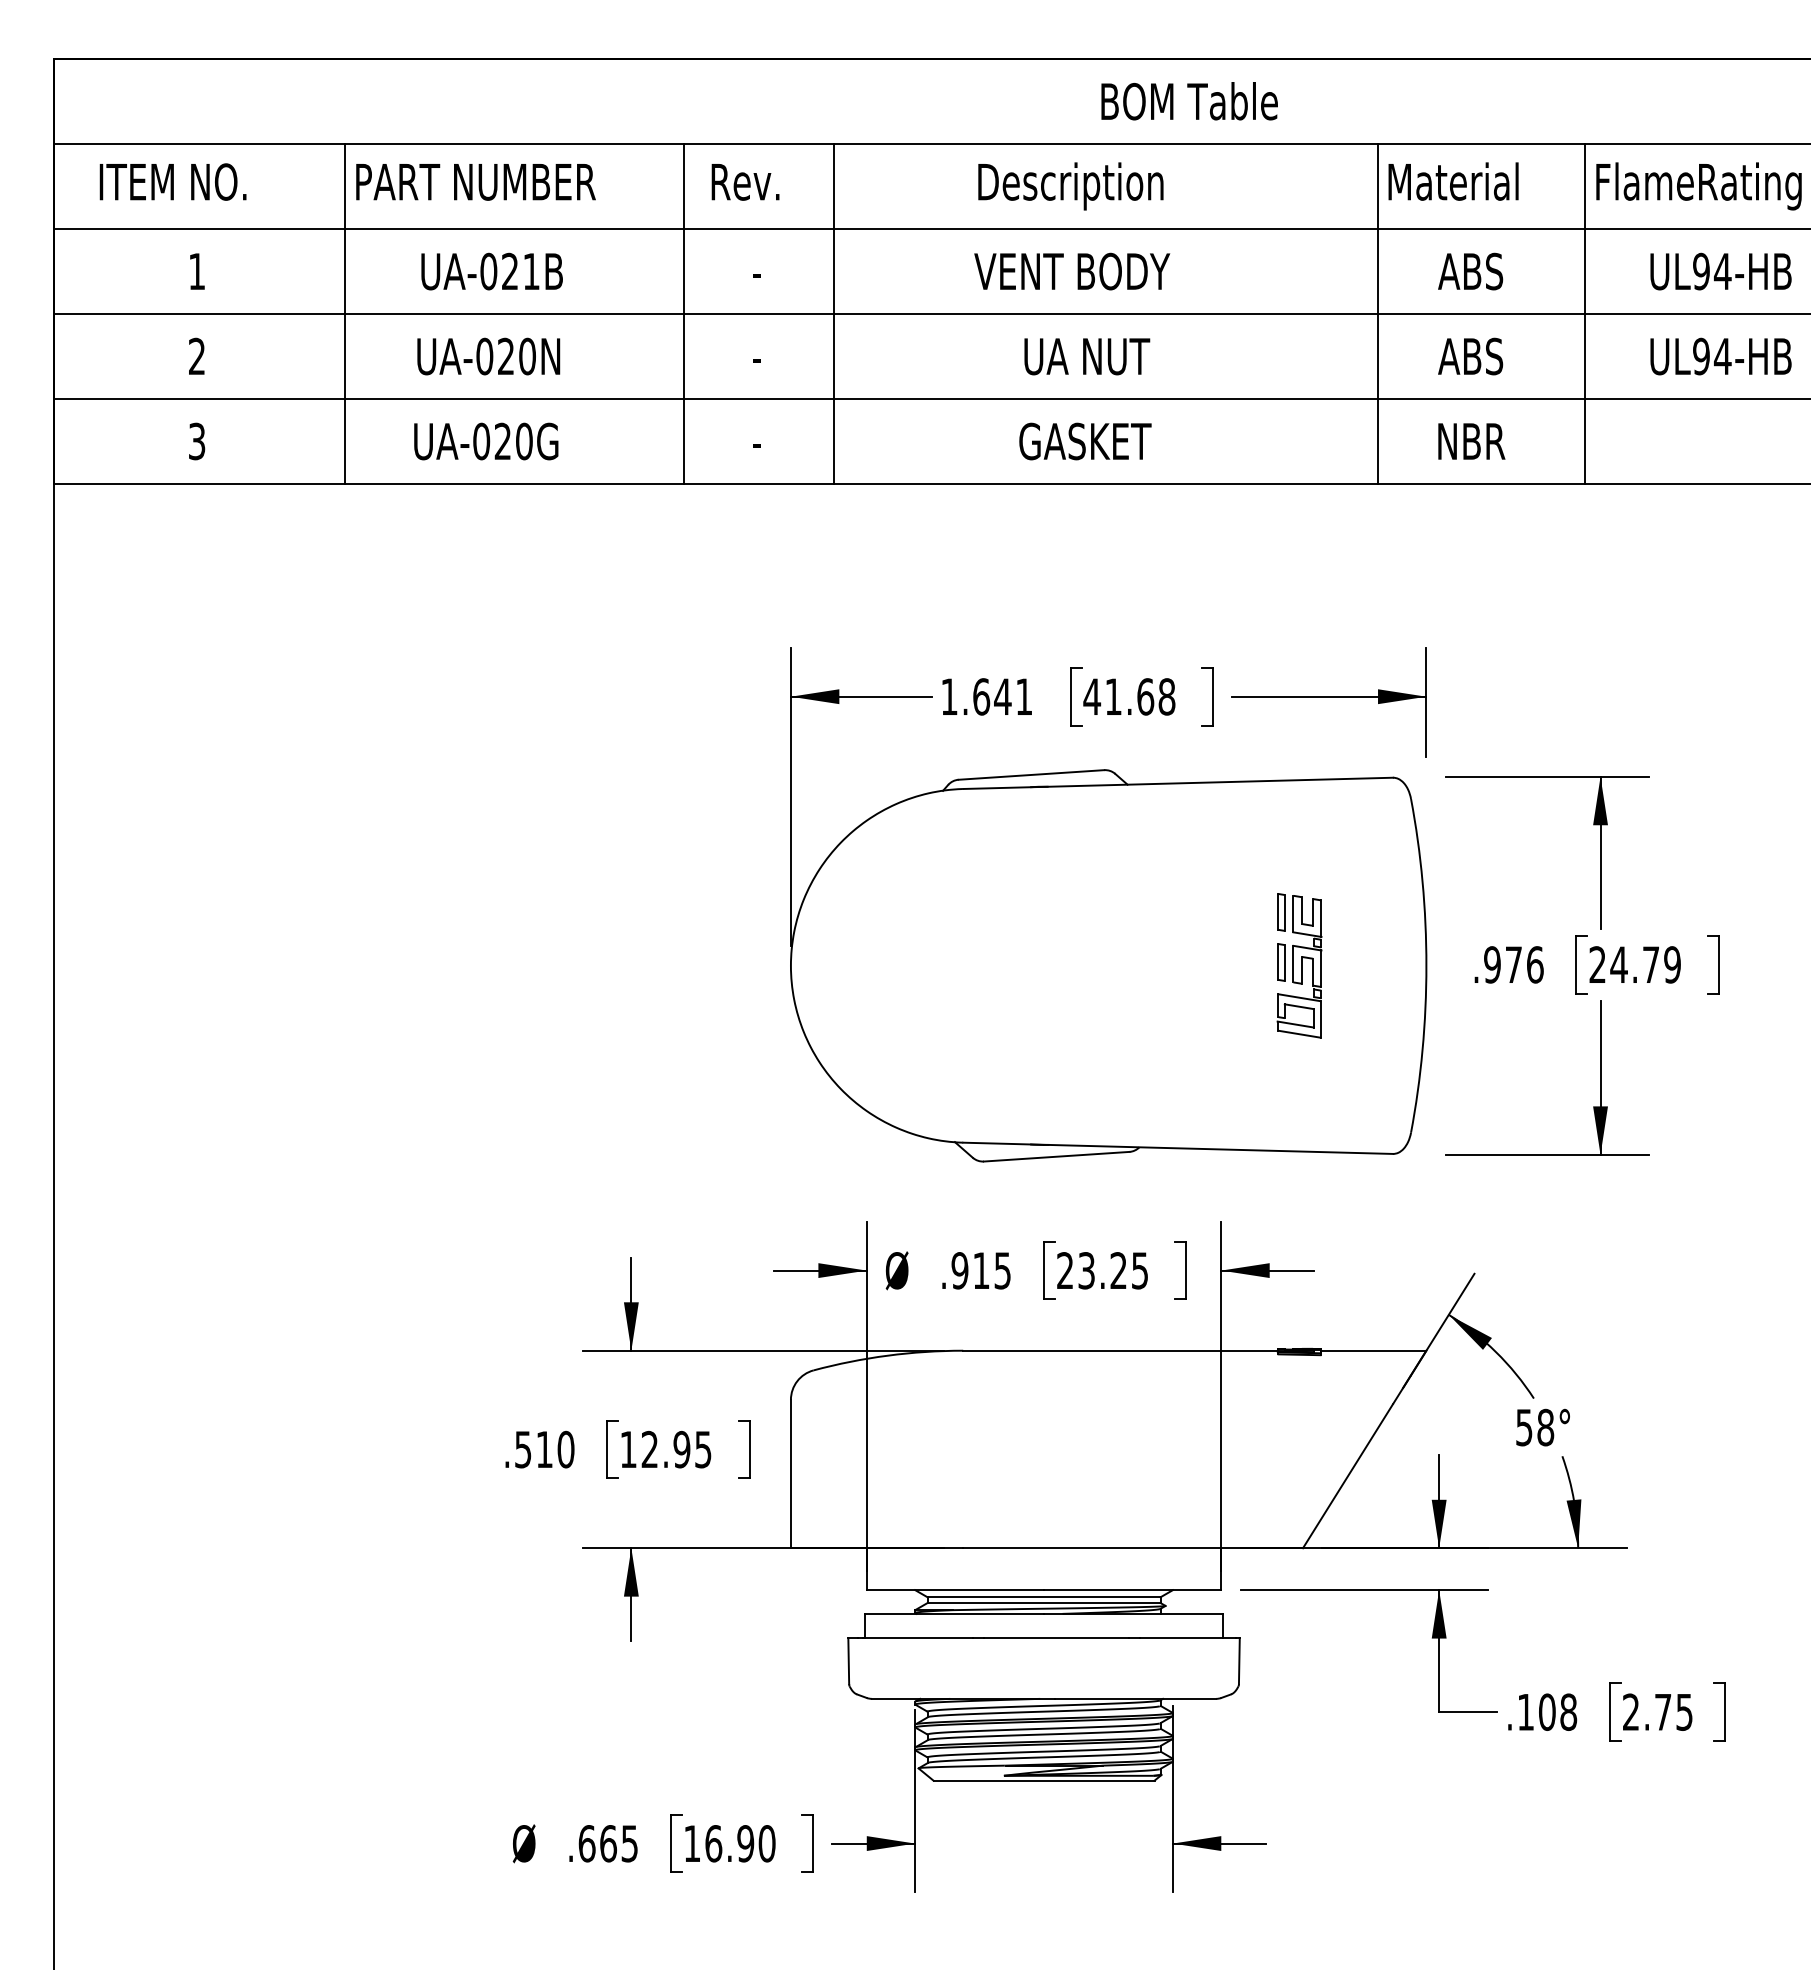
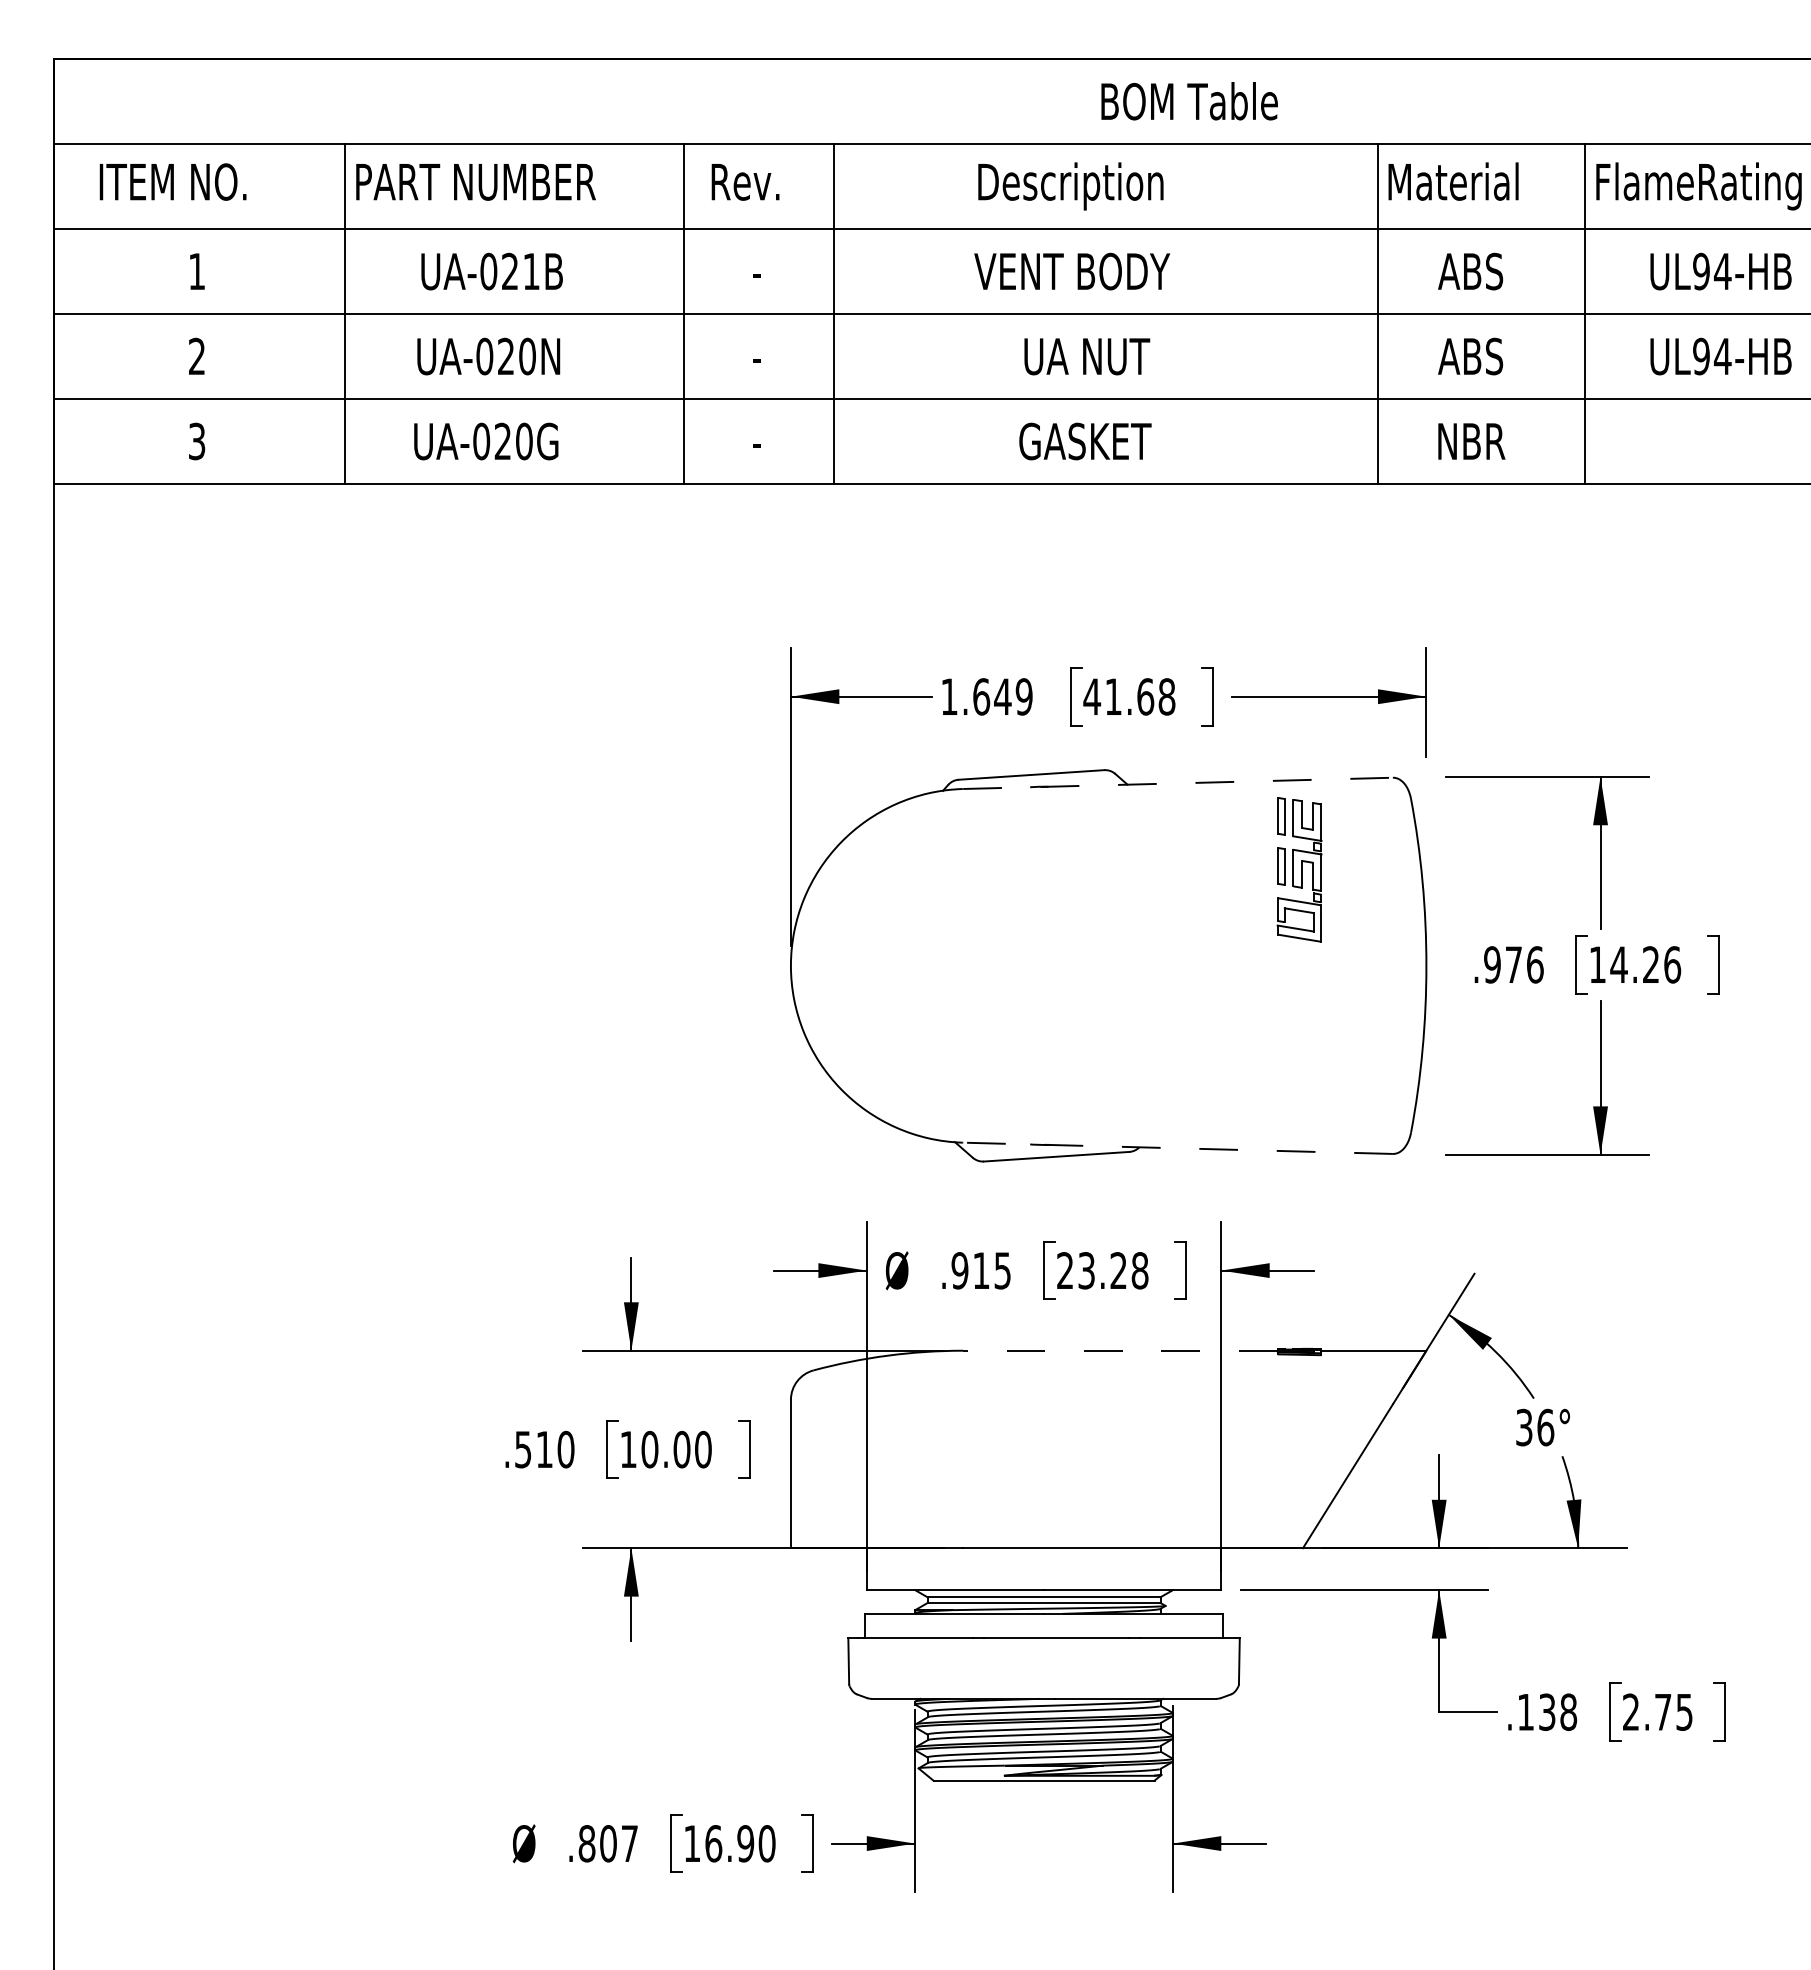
text at (1023, 696): 1.641 -> 1.649
line at (1178, 783): solid -> dashed
text at (1635, 964): 24.79 -> 14.26
part at (1299, 965) position: (1299, 965) -> (1299, 869)
line at (1178, 1148): solid -> dashed
text at (1139, 1270): 23.25 -> 23.28
line at (1119, 1350): solid -> dashed
text at (1535, 1427): 58° -> 36°
text at (676, 1449): 12.95 -> 10.00
text at (1547, 1711): .108 -> .138
text at (607, 1843): .665 -> .807
